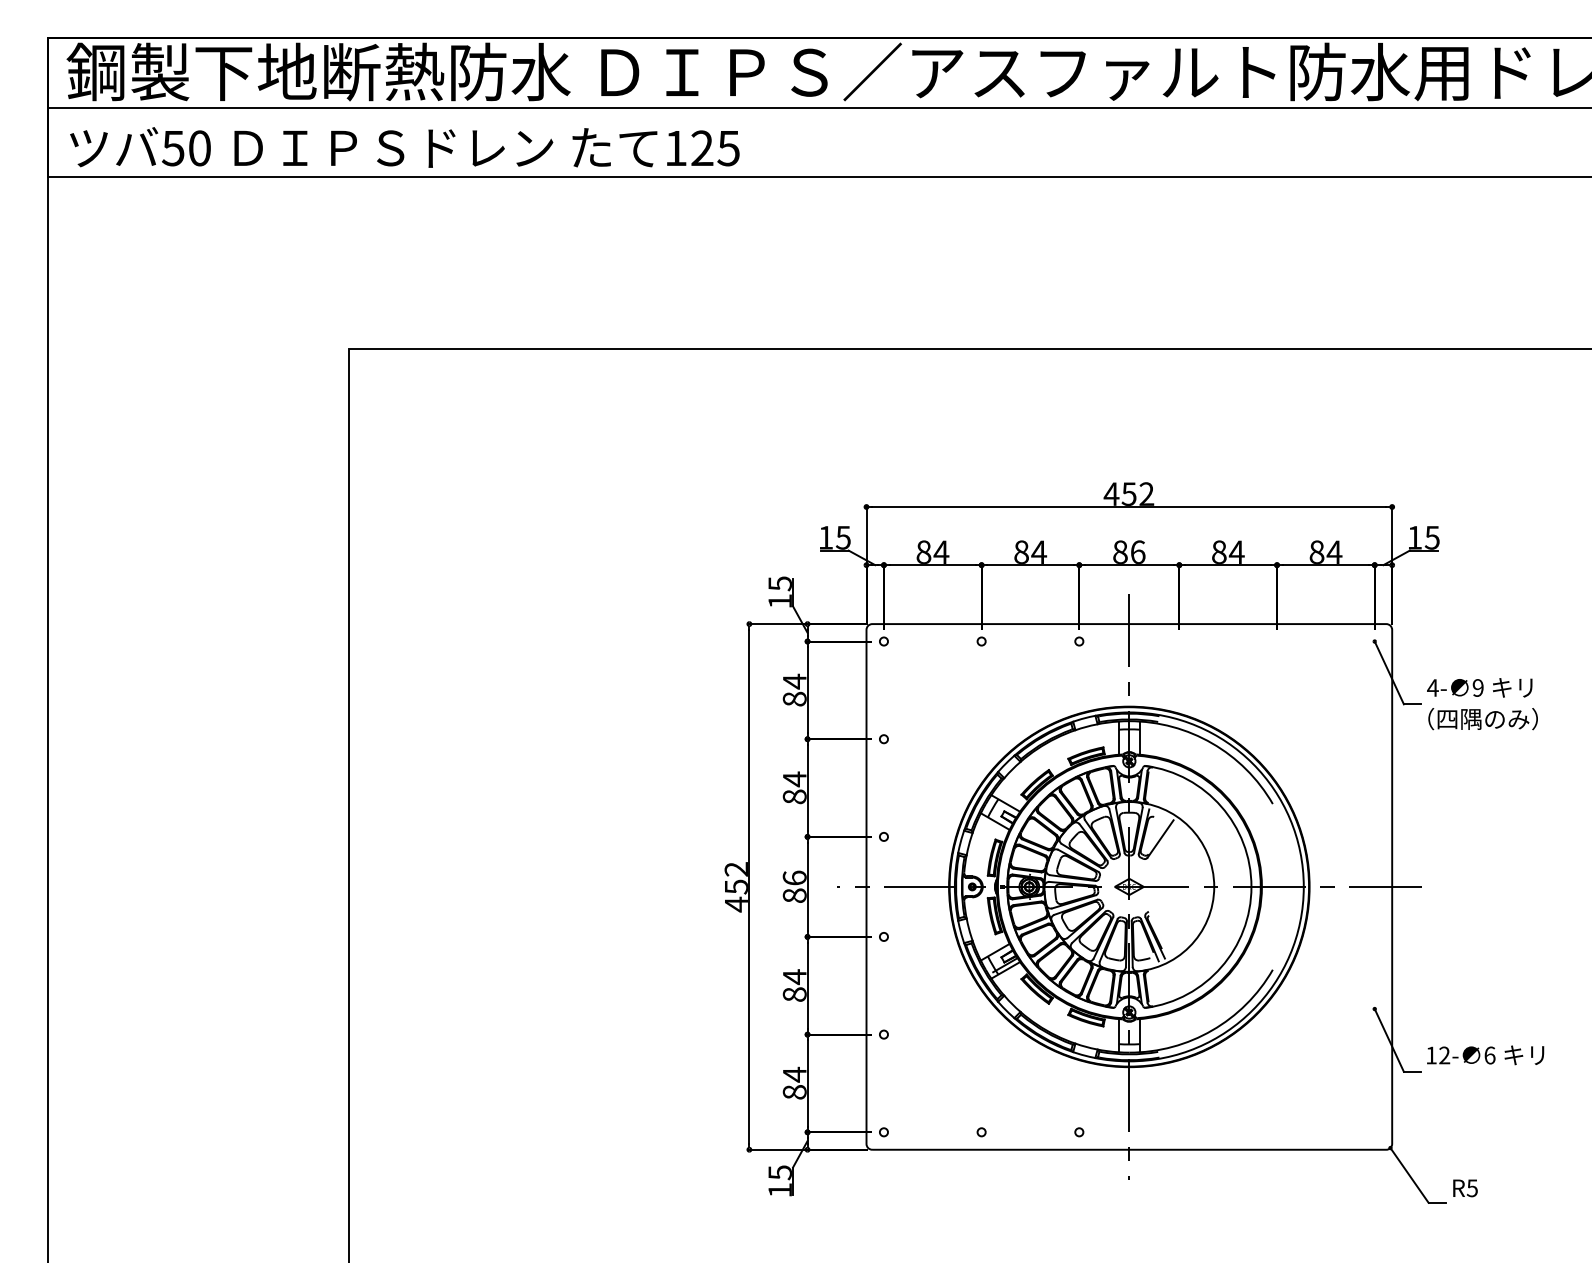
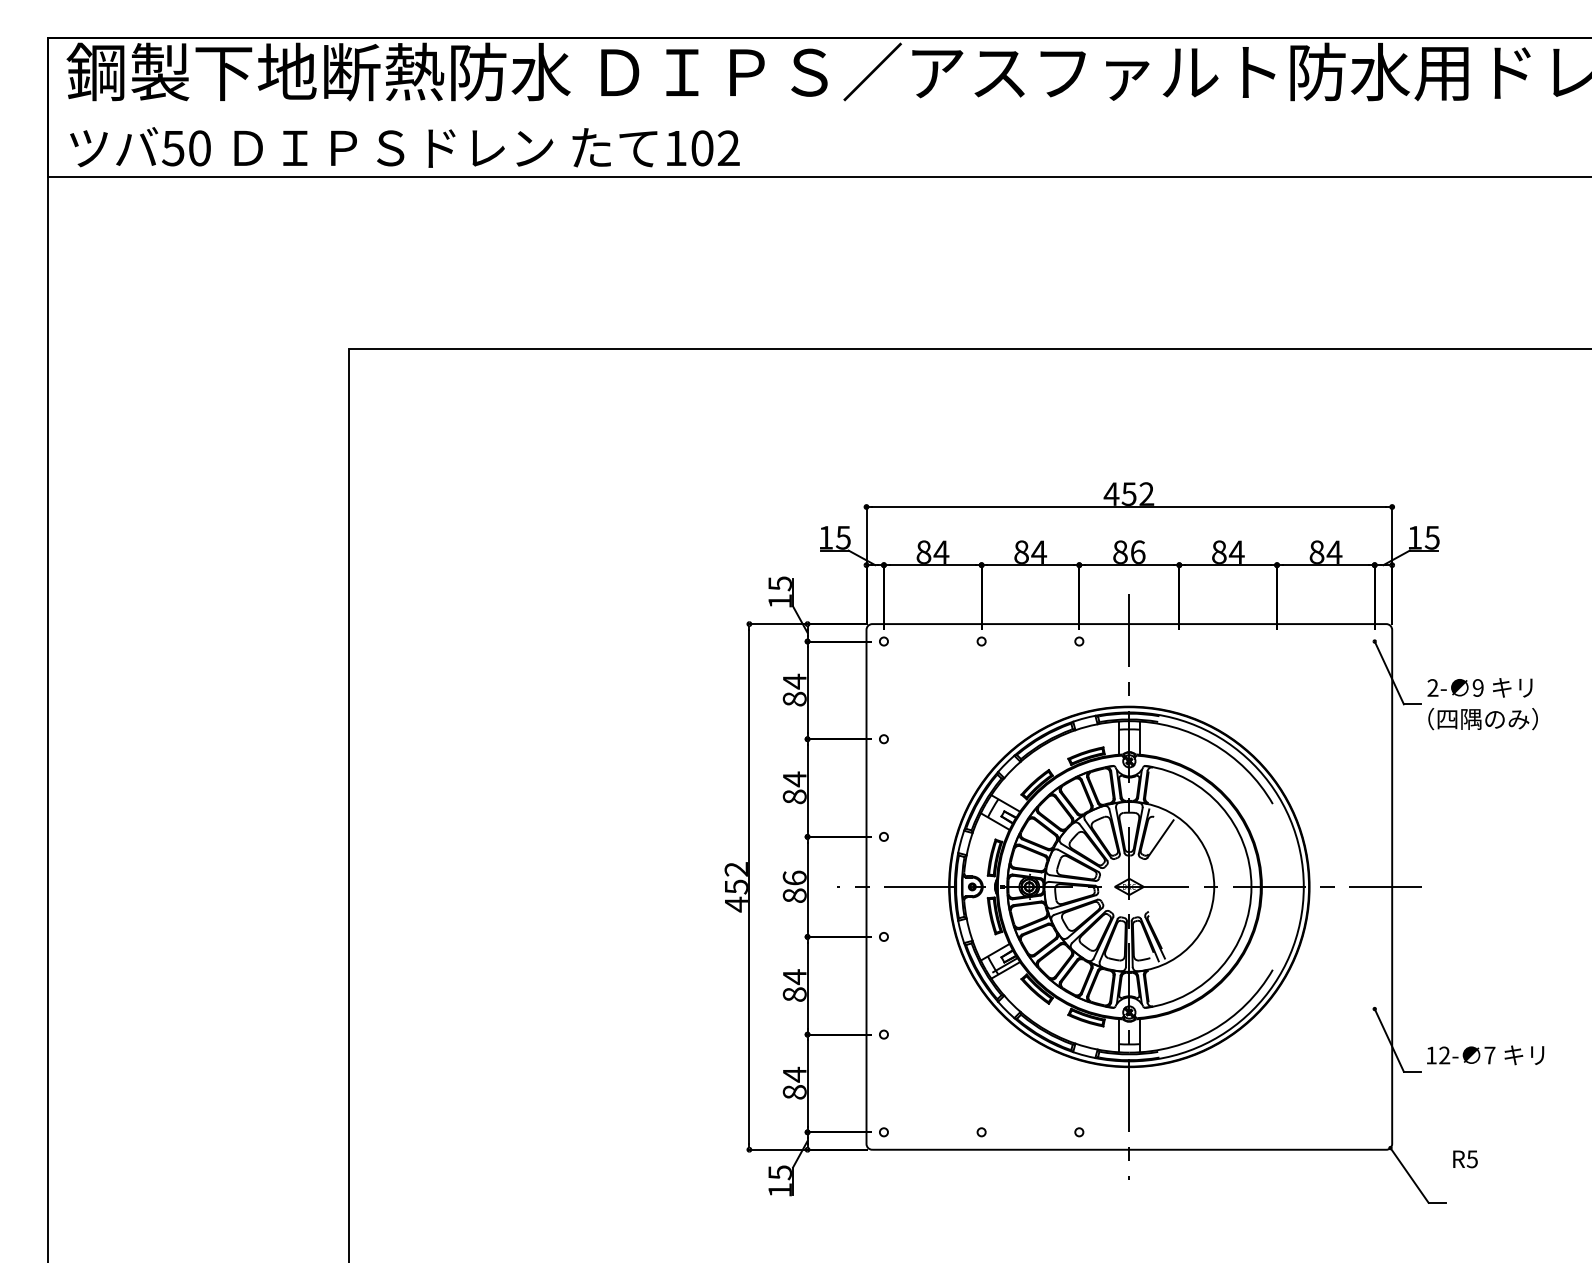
line at (817, 107): present -> none
text at (715, 148): 125 -> 102
text at (1432, 687): 4- -> 2-
text at (1489, 1055): 6 -> 7
text at (1465, 1188) position: (1465, 1188) -> (1465, 1159)
